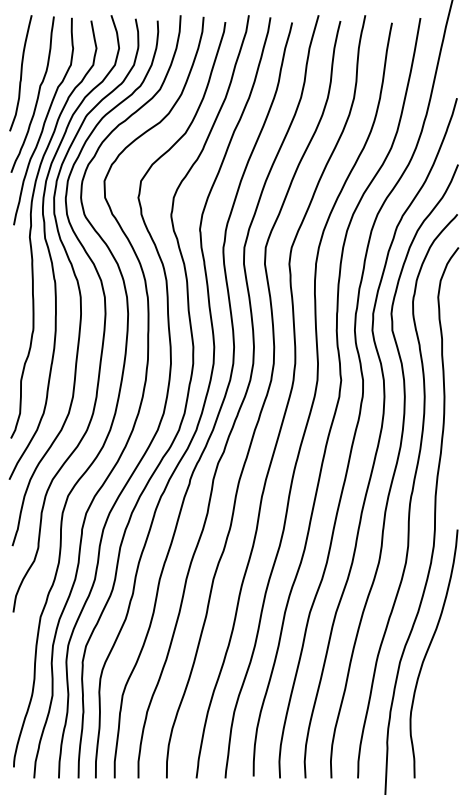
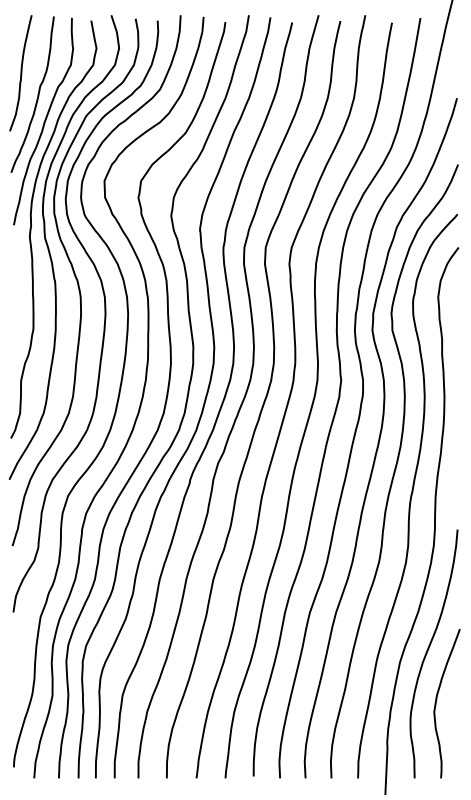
curve at (437, 699): none -> present
